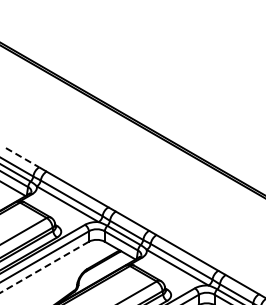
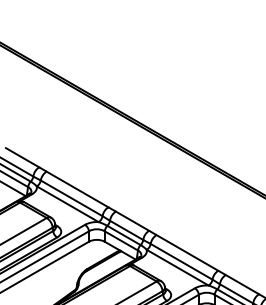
line at (23, 157): dashed -> solid
line at (44, 267): dashed -> solid
